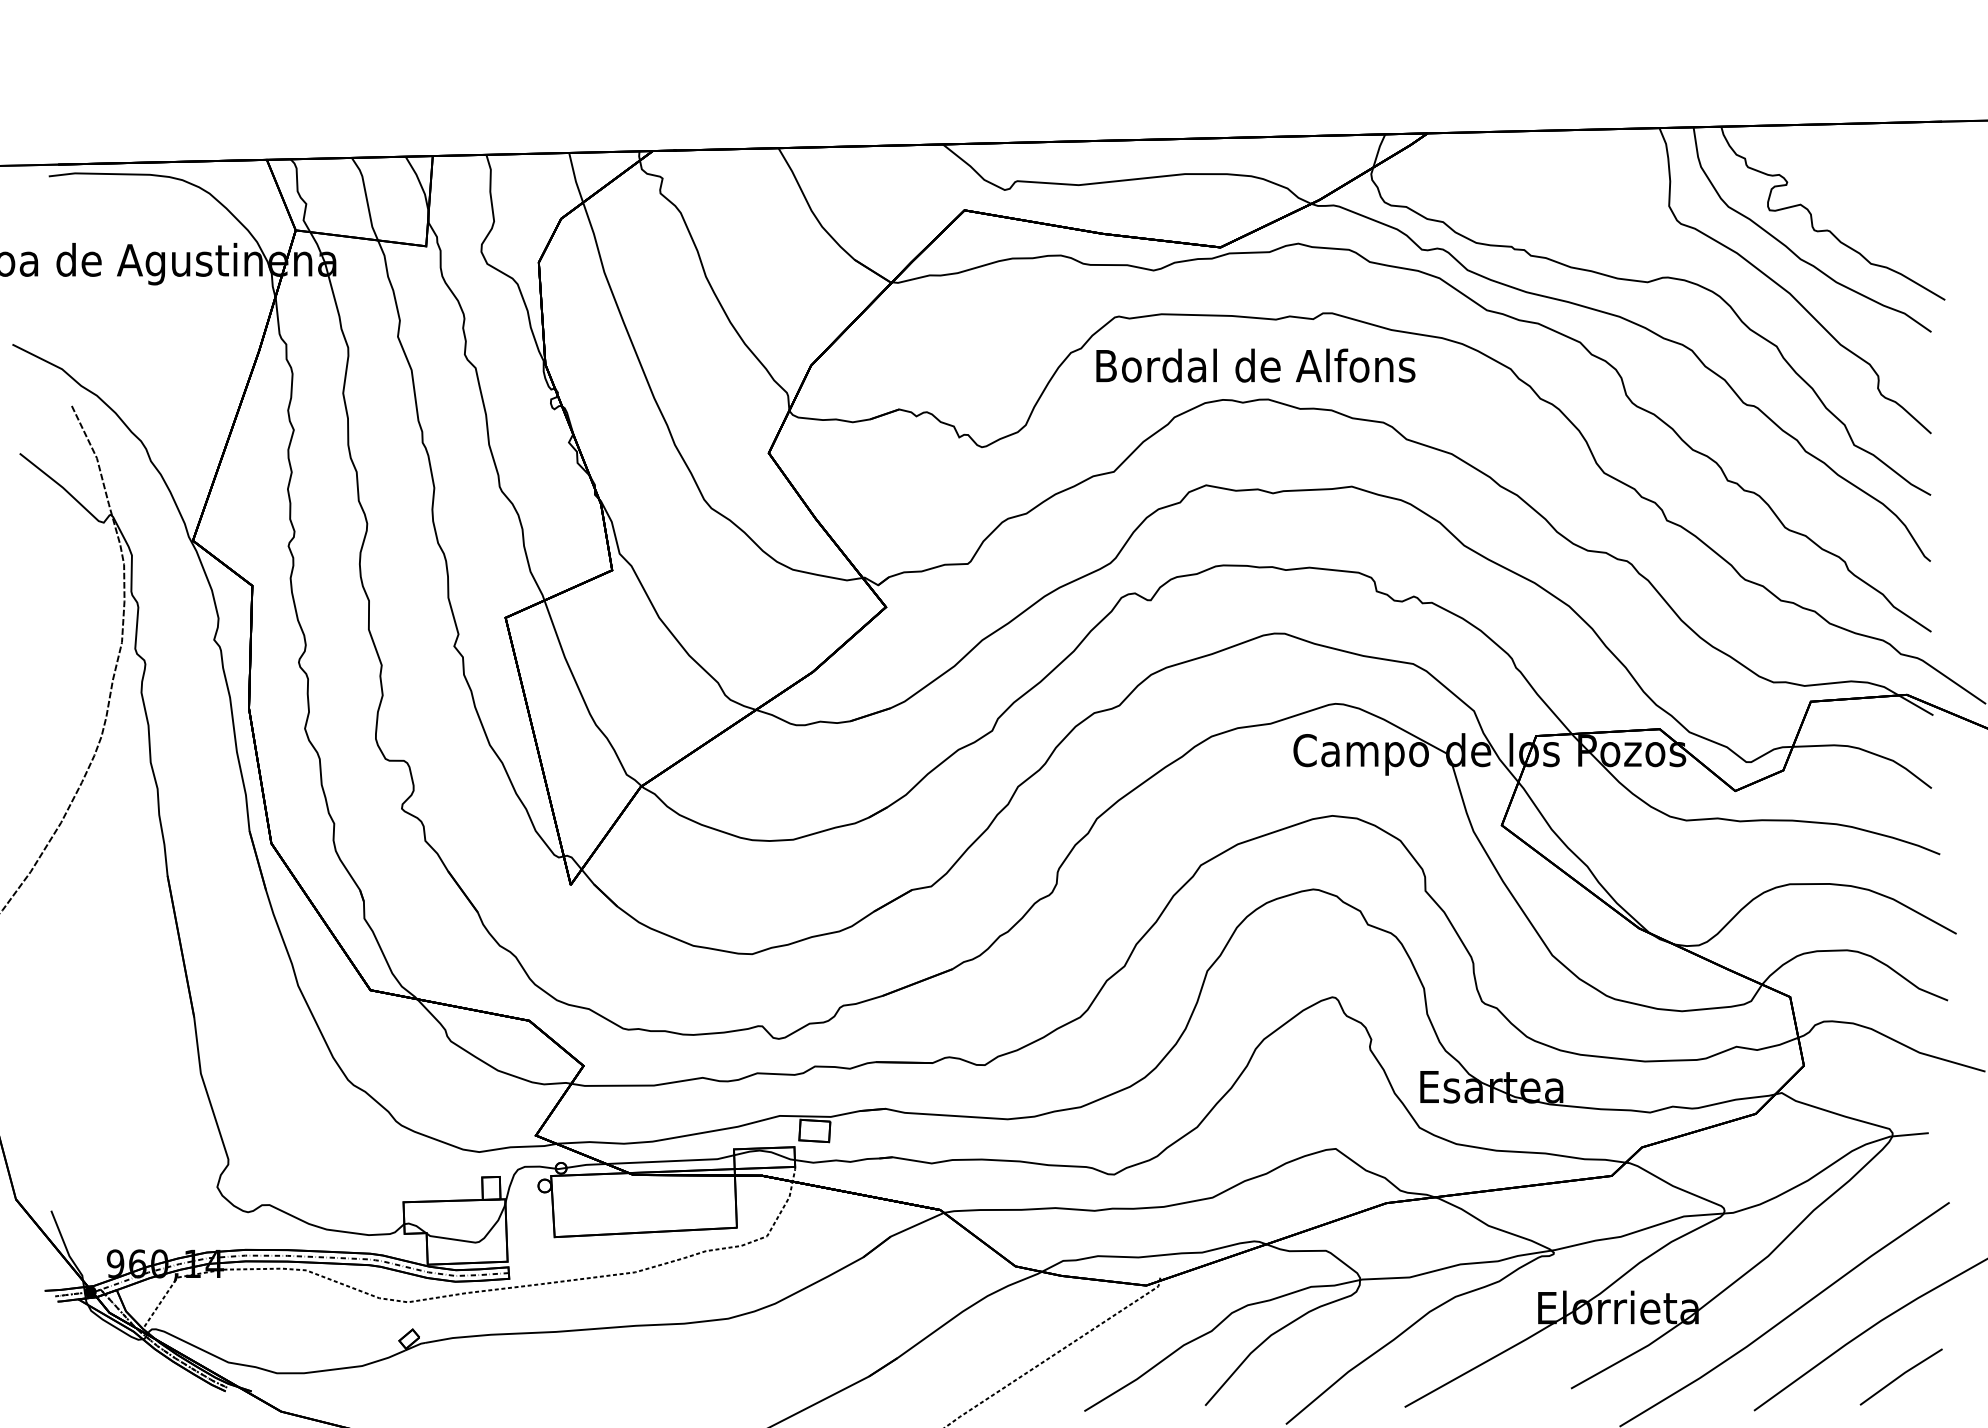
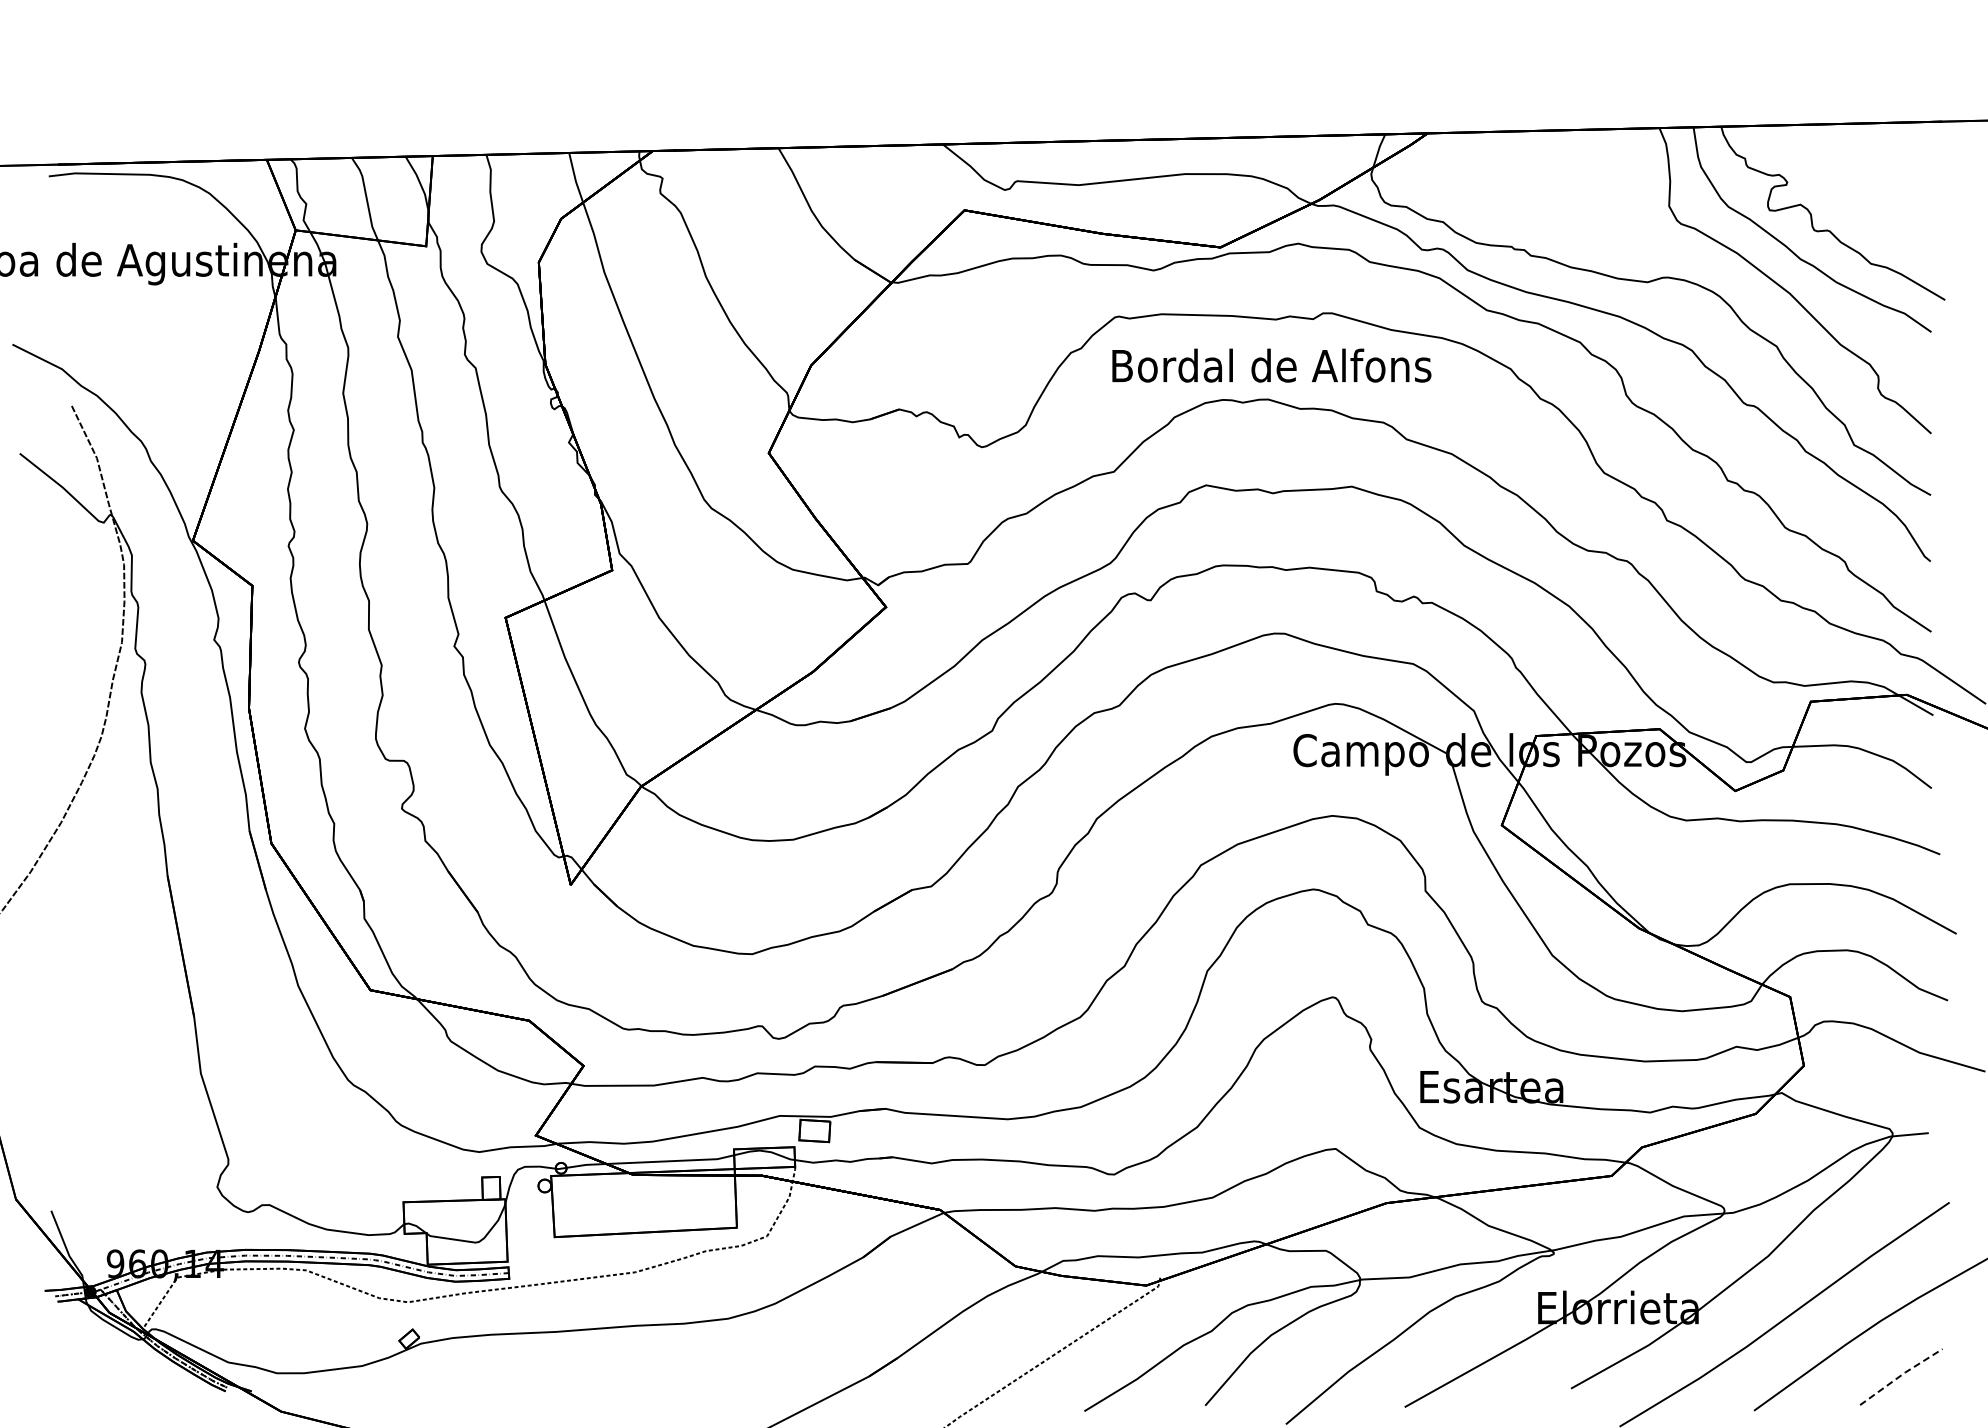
text at (1255, 365) position: (1255, 365) -> (1271, 365)
line at (1901, 1375): solid -> dashed
